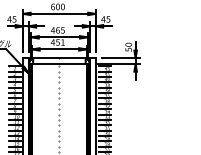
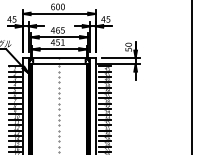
line at (192, 76): none -> present
